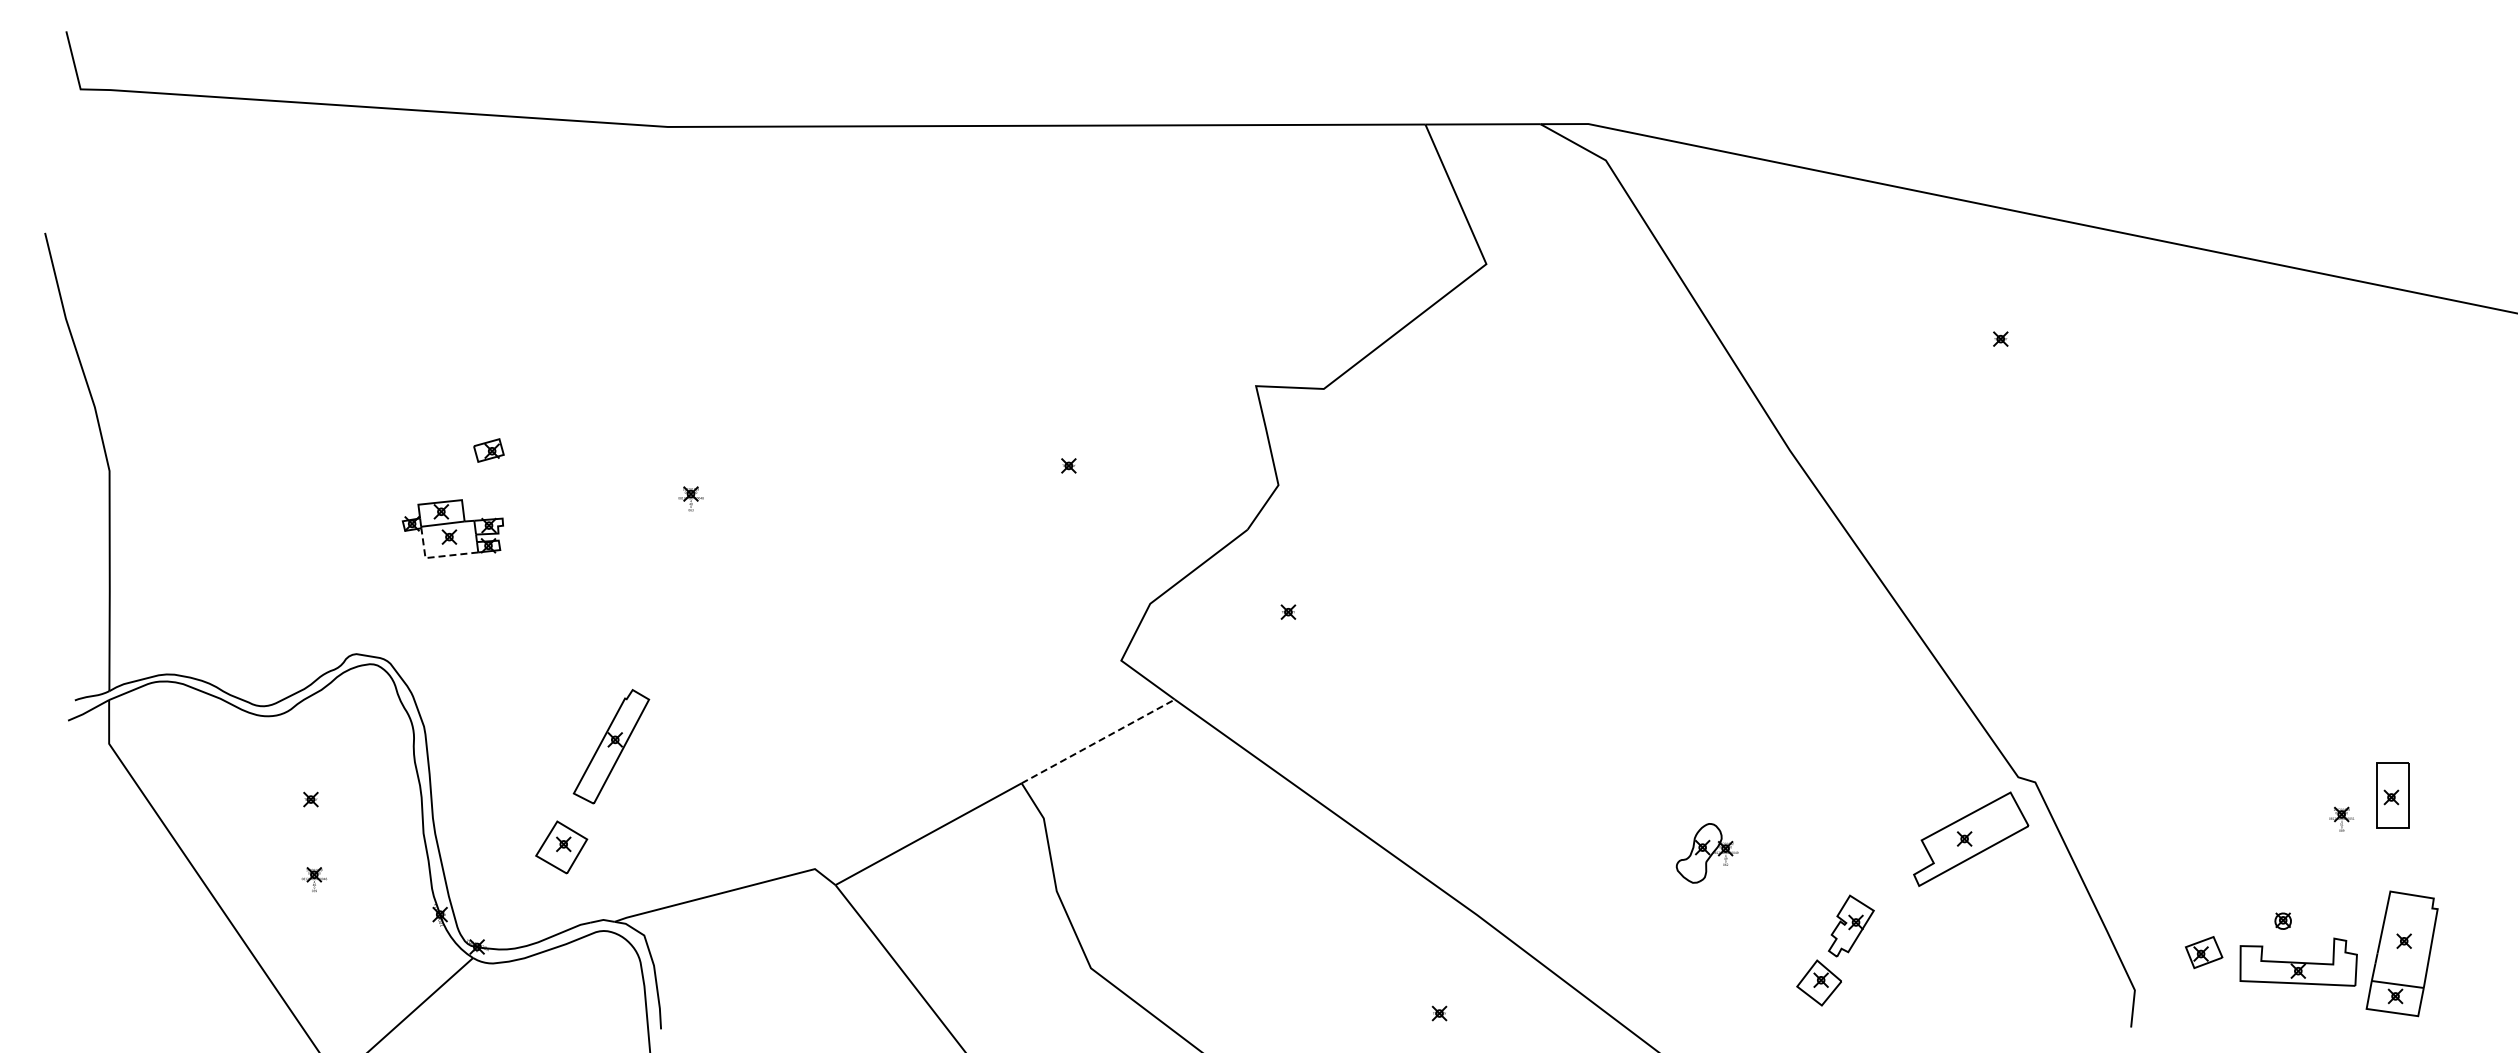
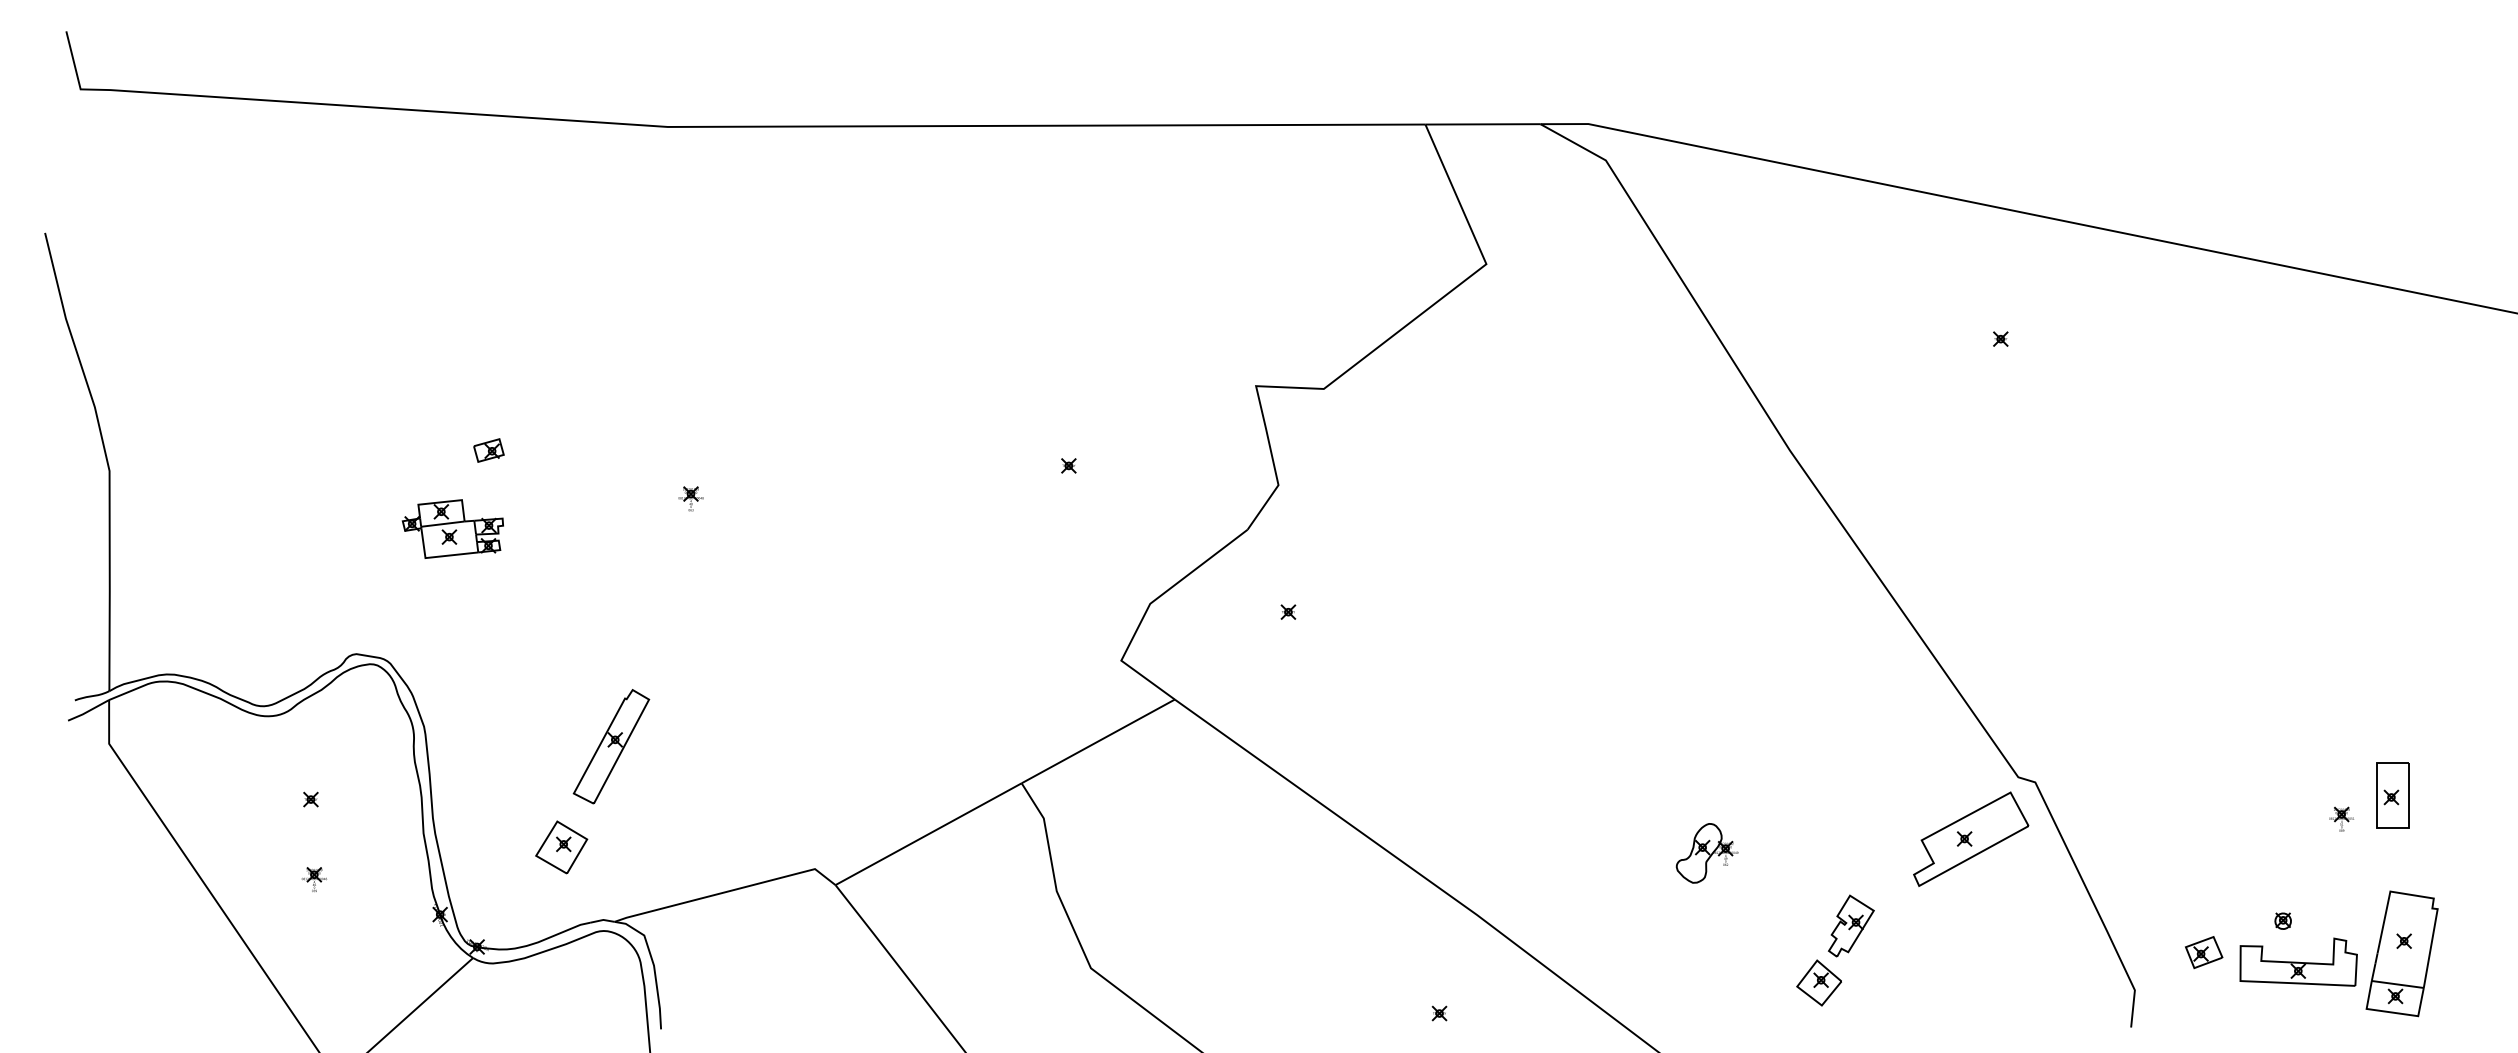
line at (436, 556): dashed -> solid
line at (1098, 741): dashed -> solid
